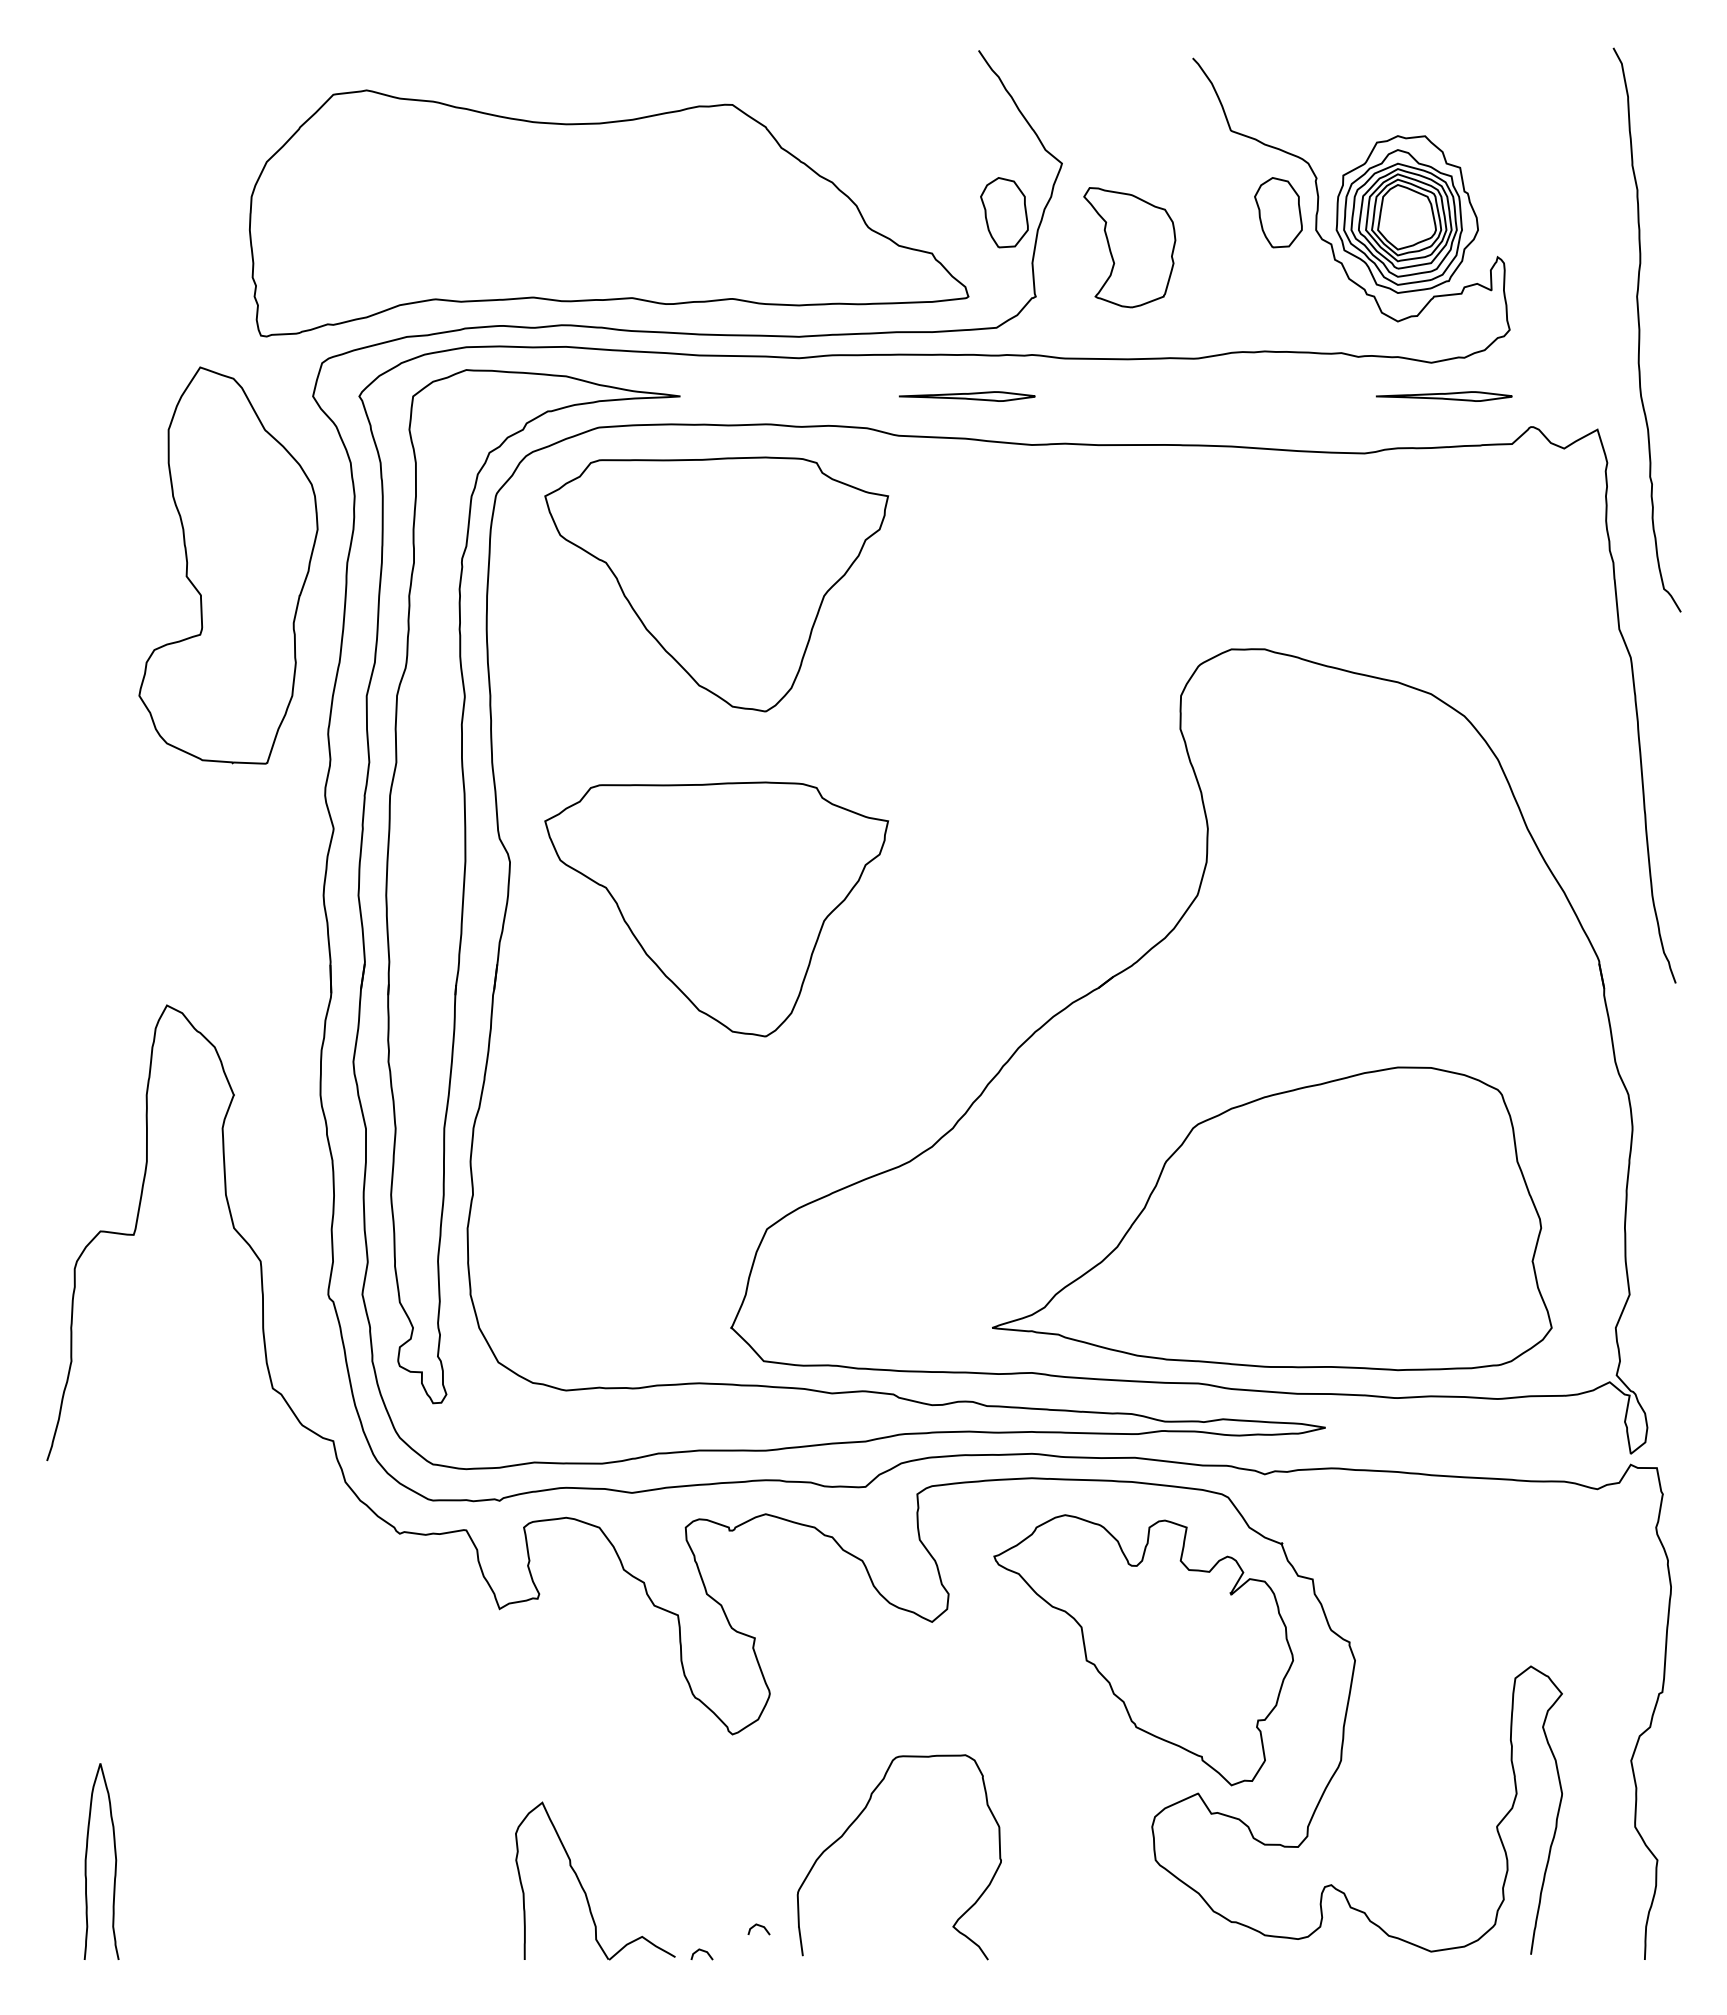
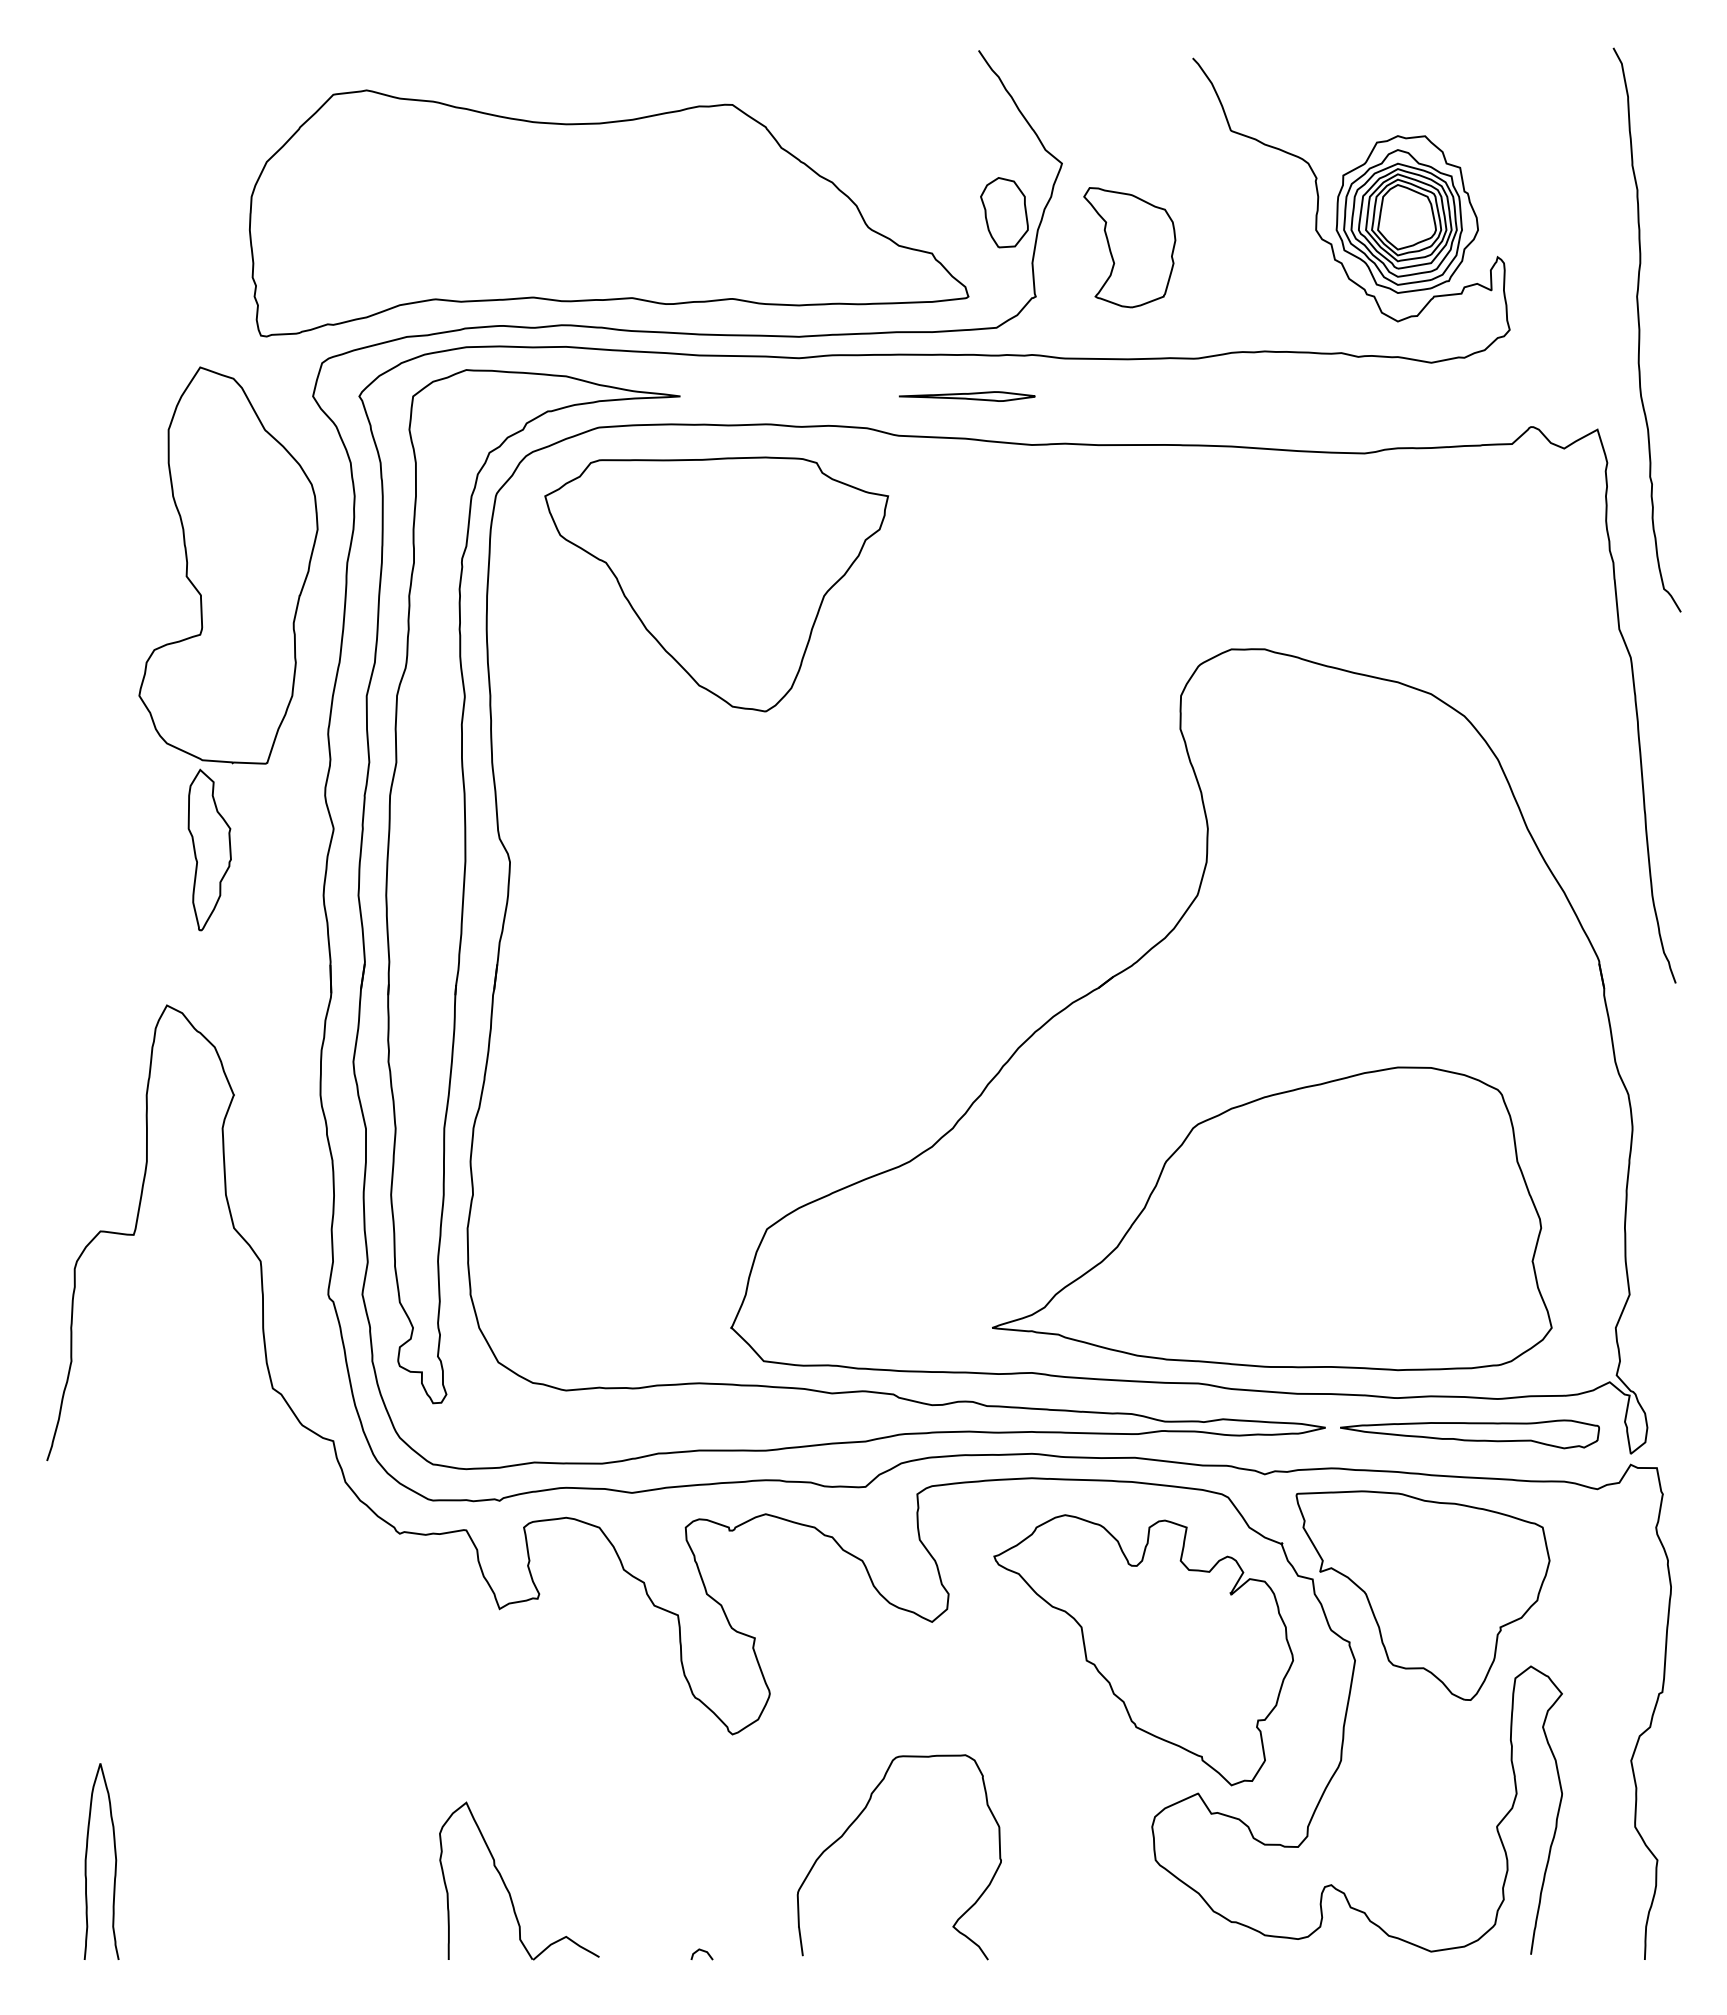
part at (1278, 212): present -> none
part at (1443, 396): present -> none
part at (209, 849): none -> present
part at (716, 909): present -> none
part at (1469, 1434): none -> present
part at (1422, 1595): none -> present
part at (583, 1887) position: (583, 1887) -> (507, 1887)
line at (758, 1926): present -> none
